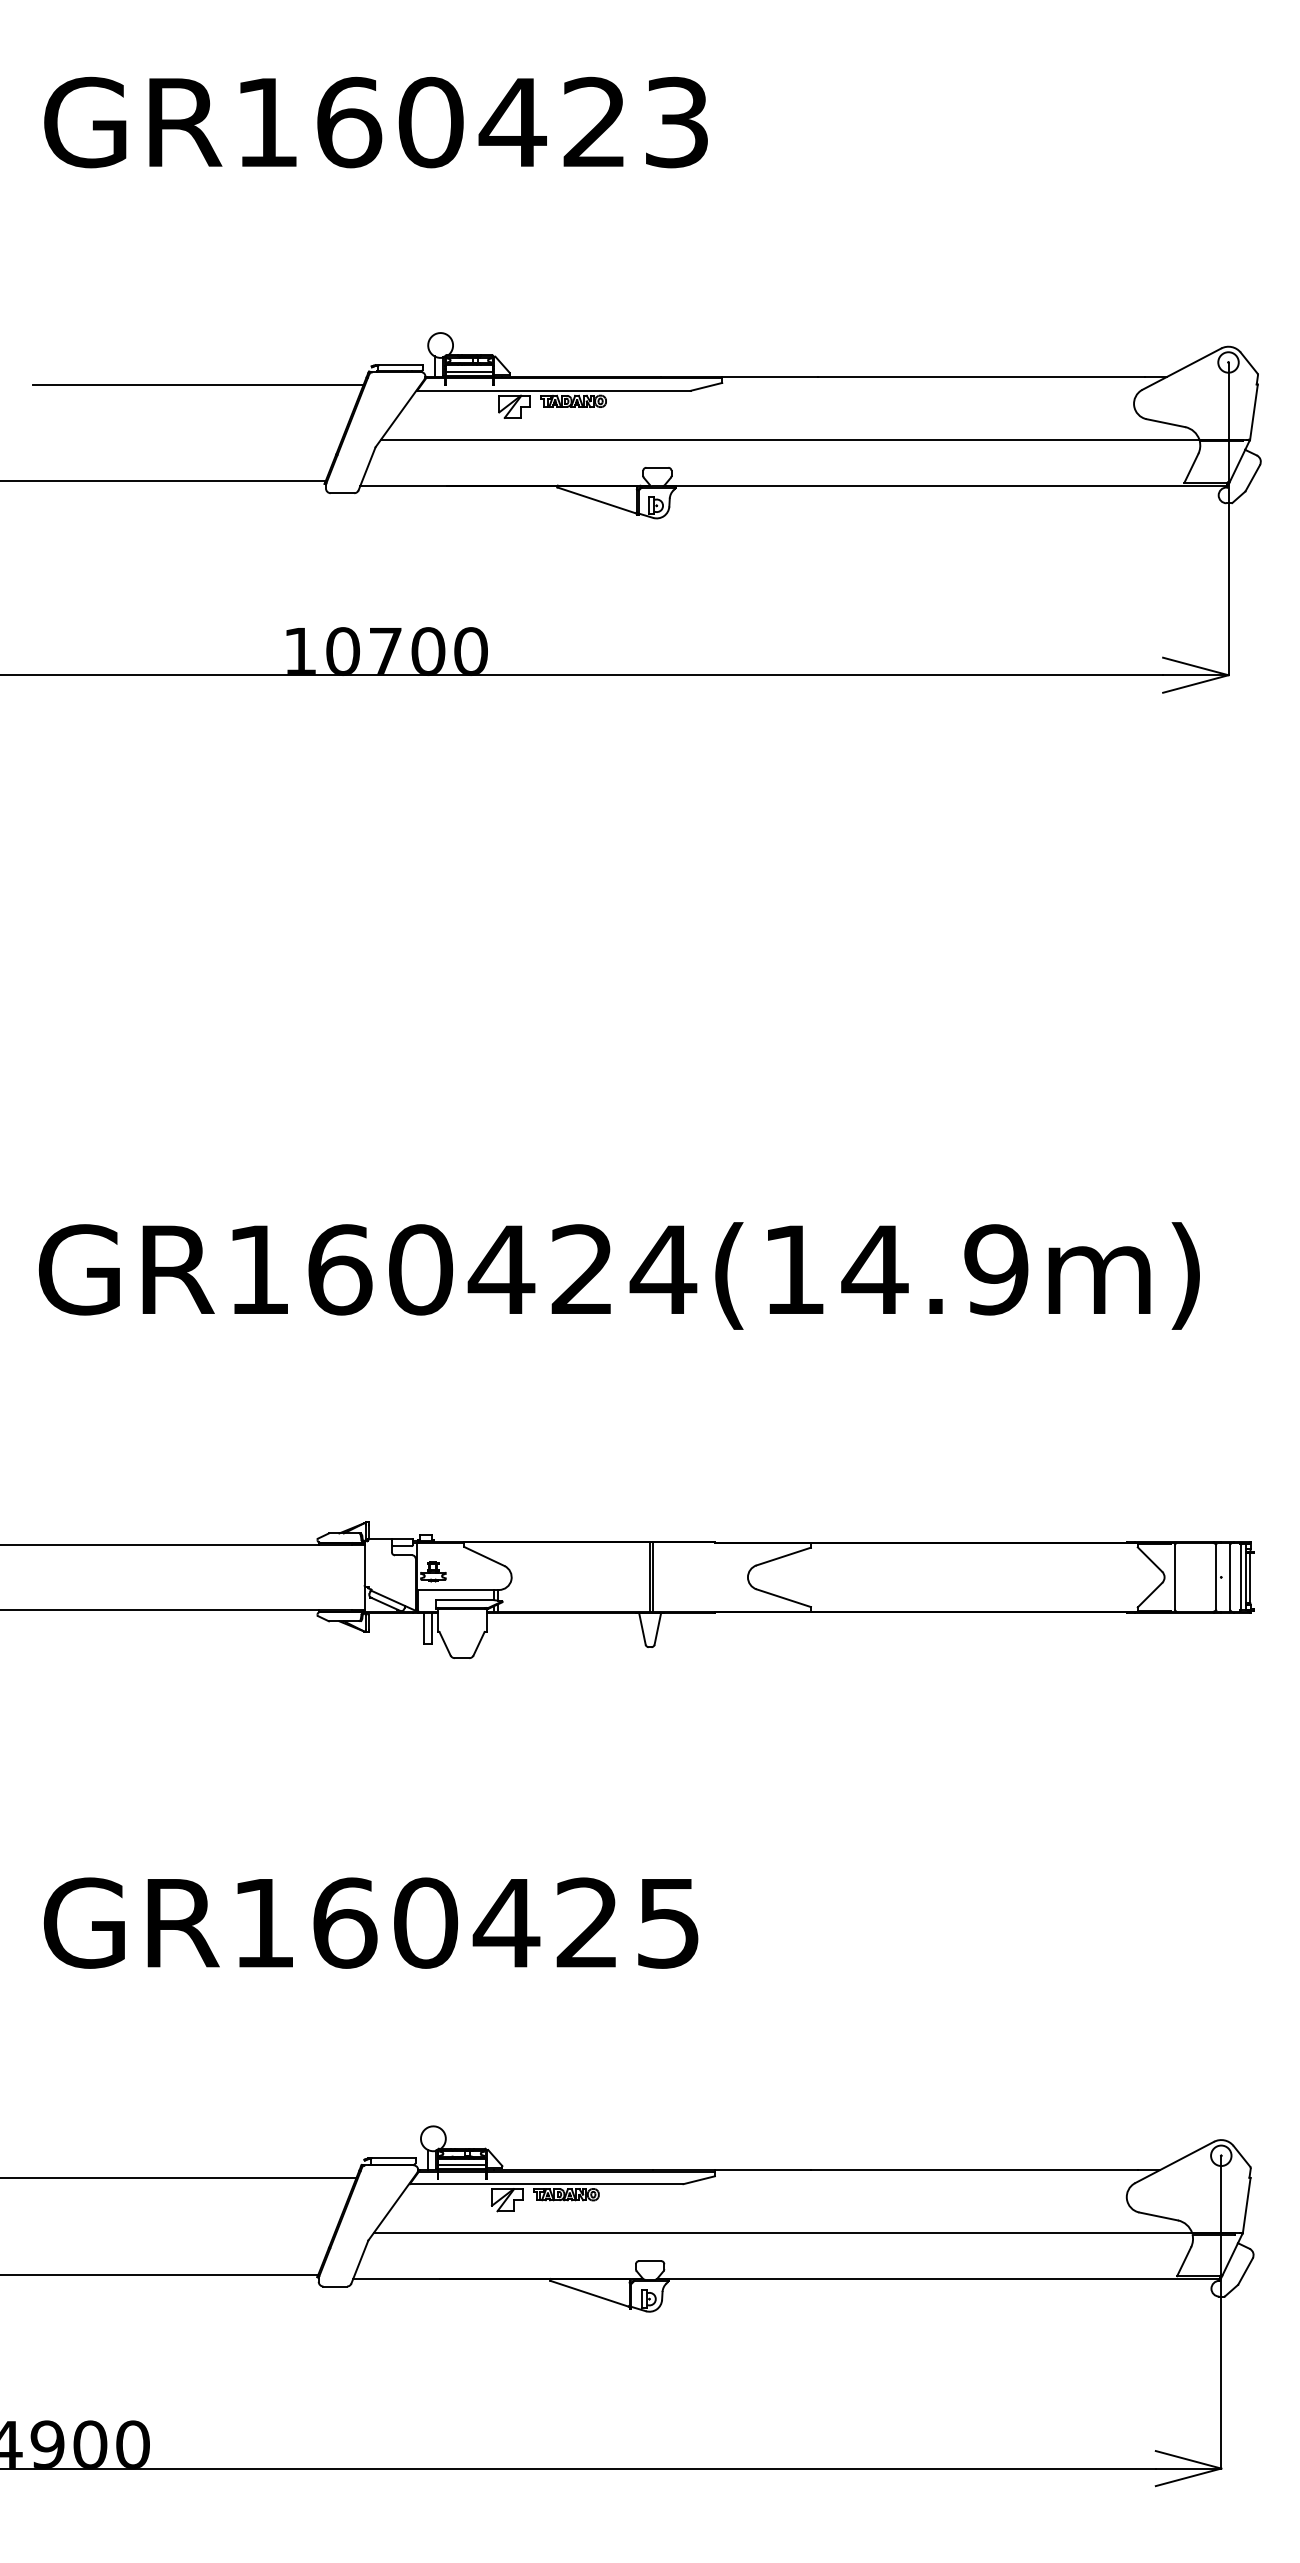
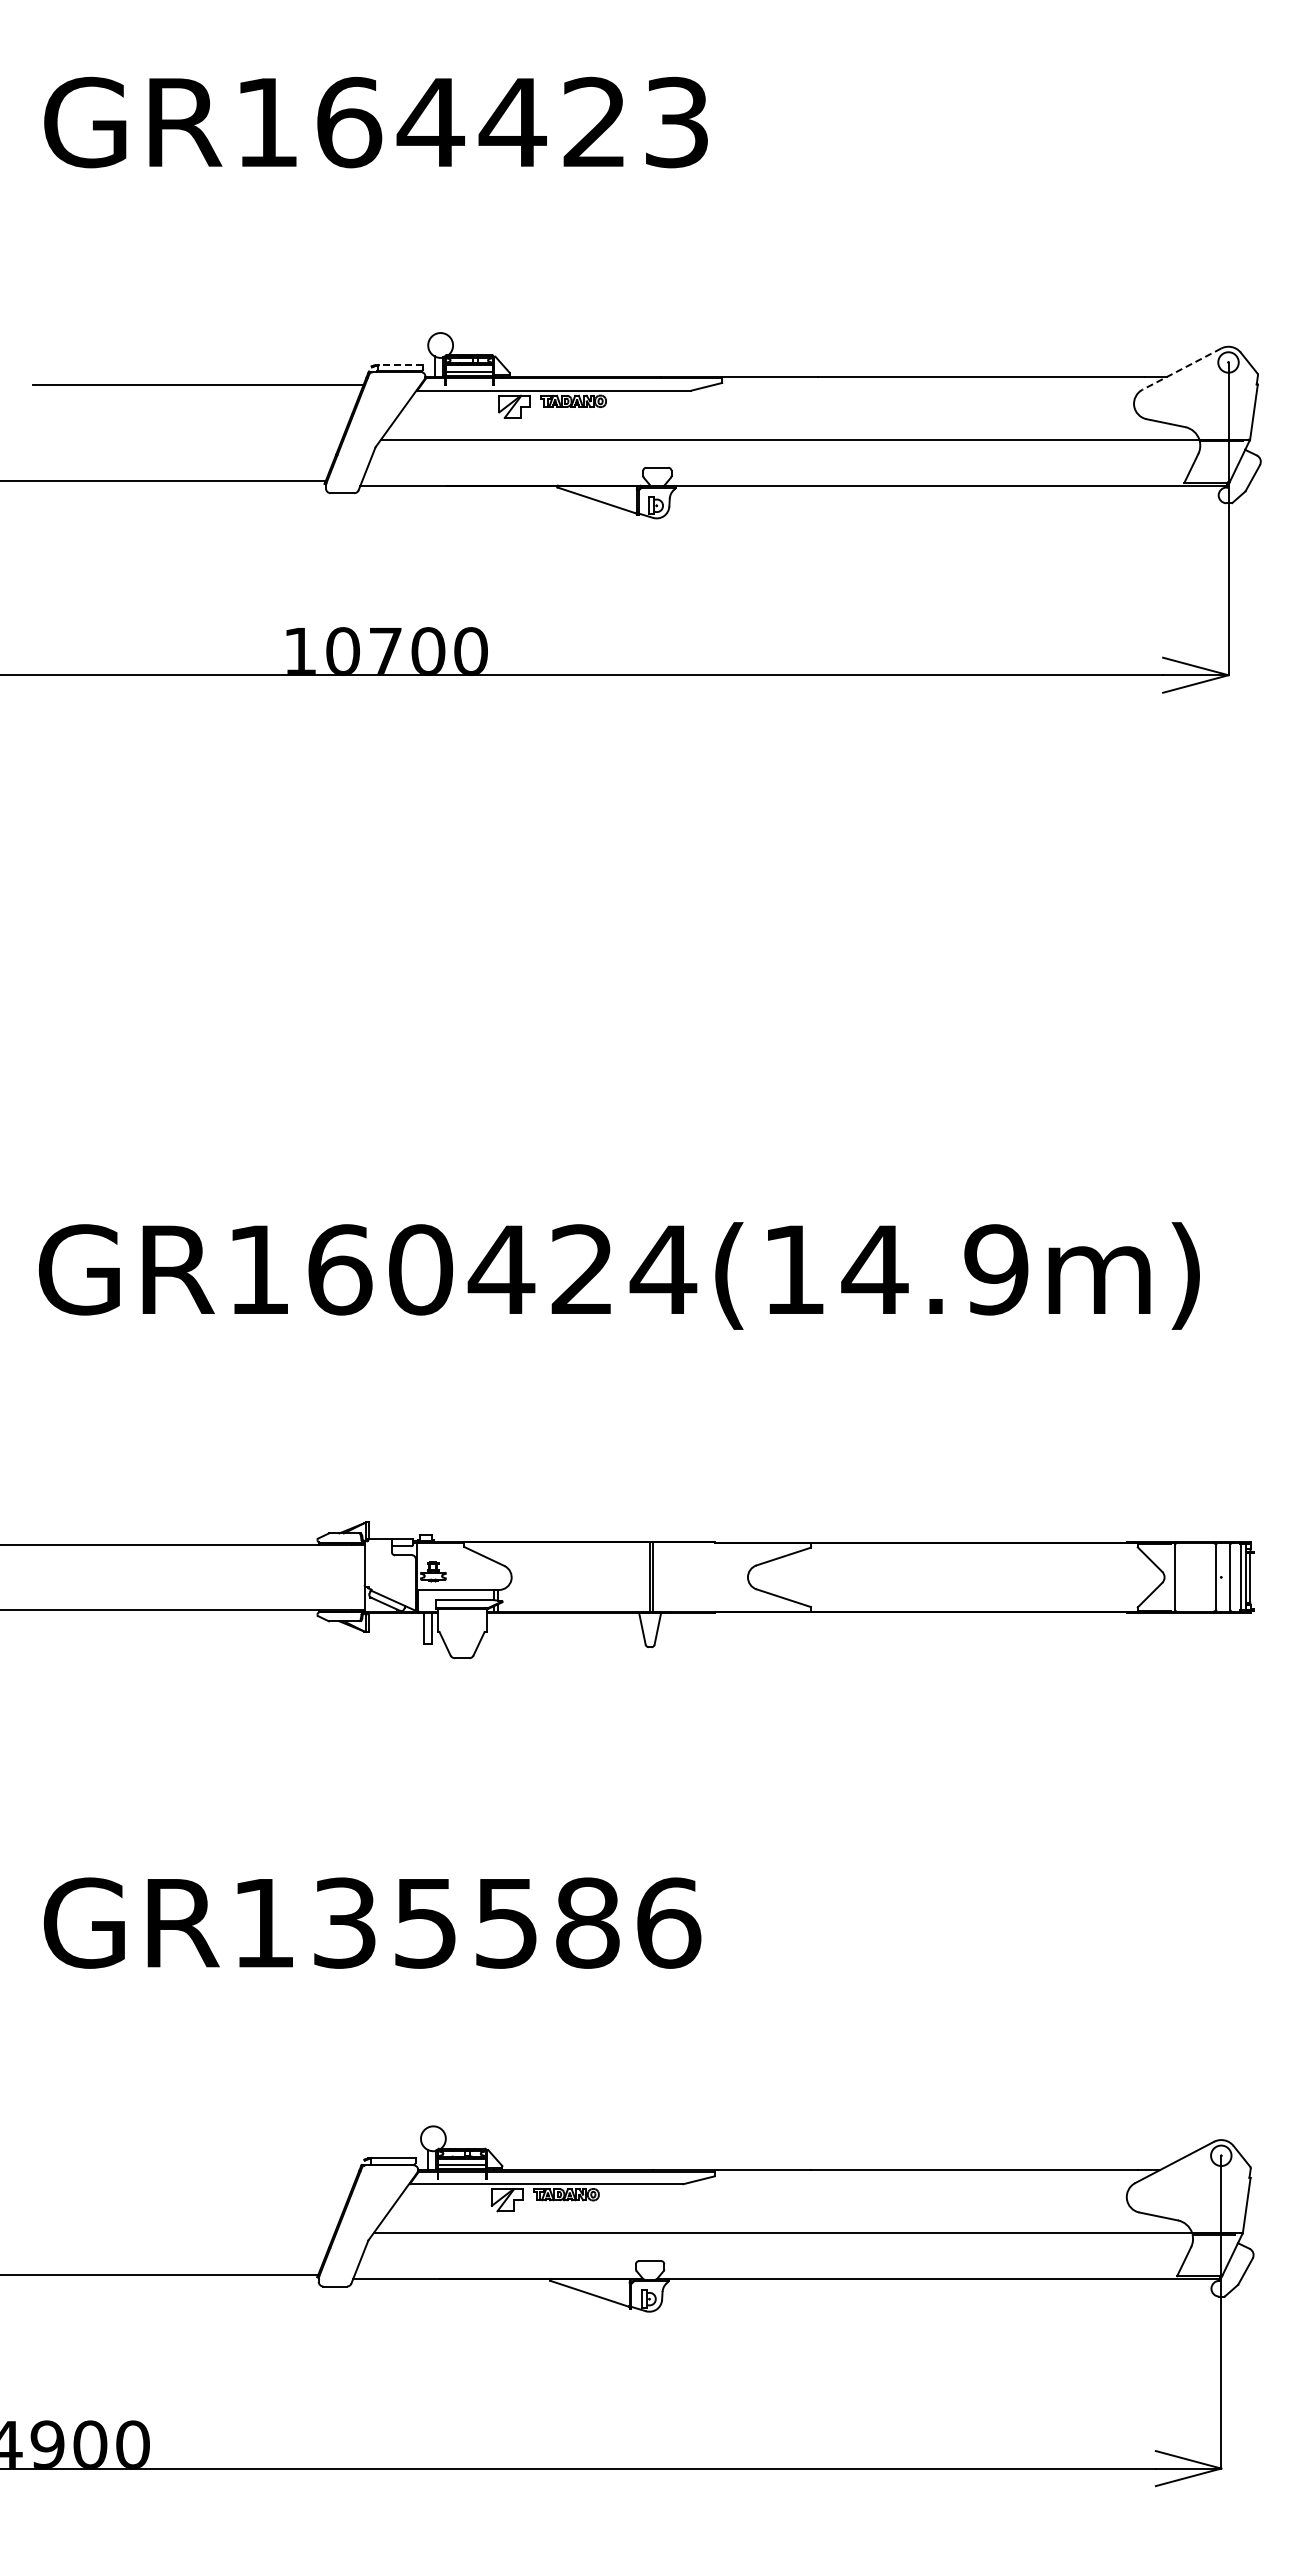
text at (430, 122): GR160423 -> GR164423
line at (400, 365): solid -> dashed
line at (1181, 369): solid -> dashed
text at (507, 1922): GR160425 -> GR135586
line at (179, 2177): present -> none
